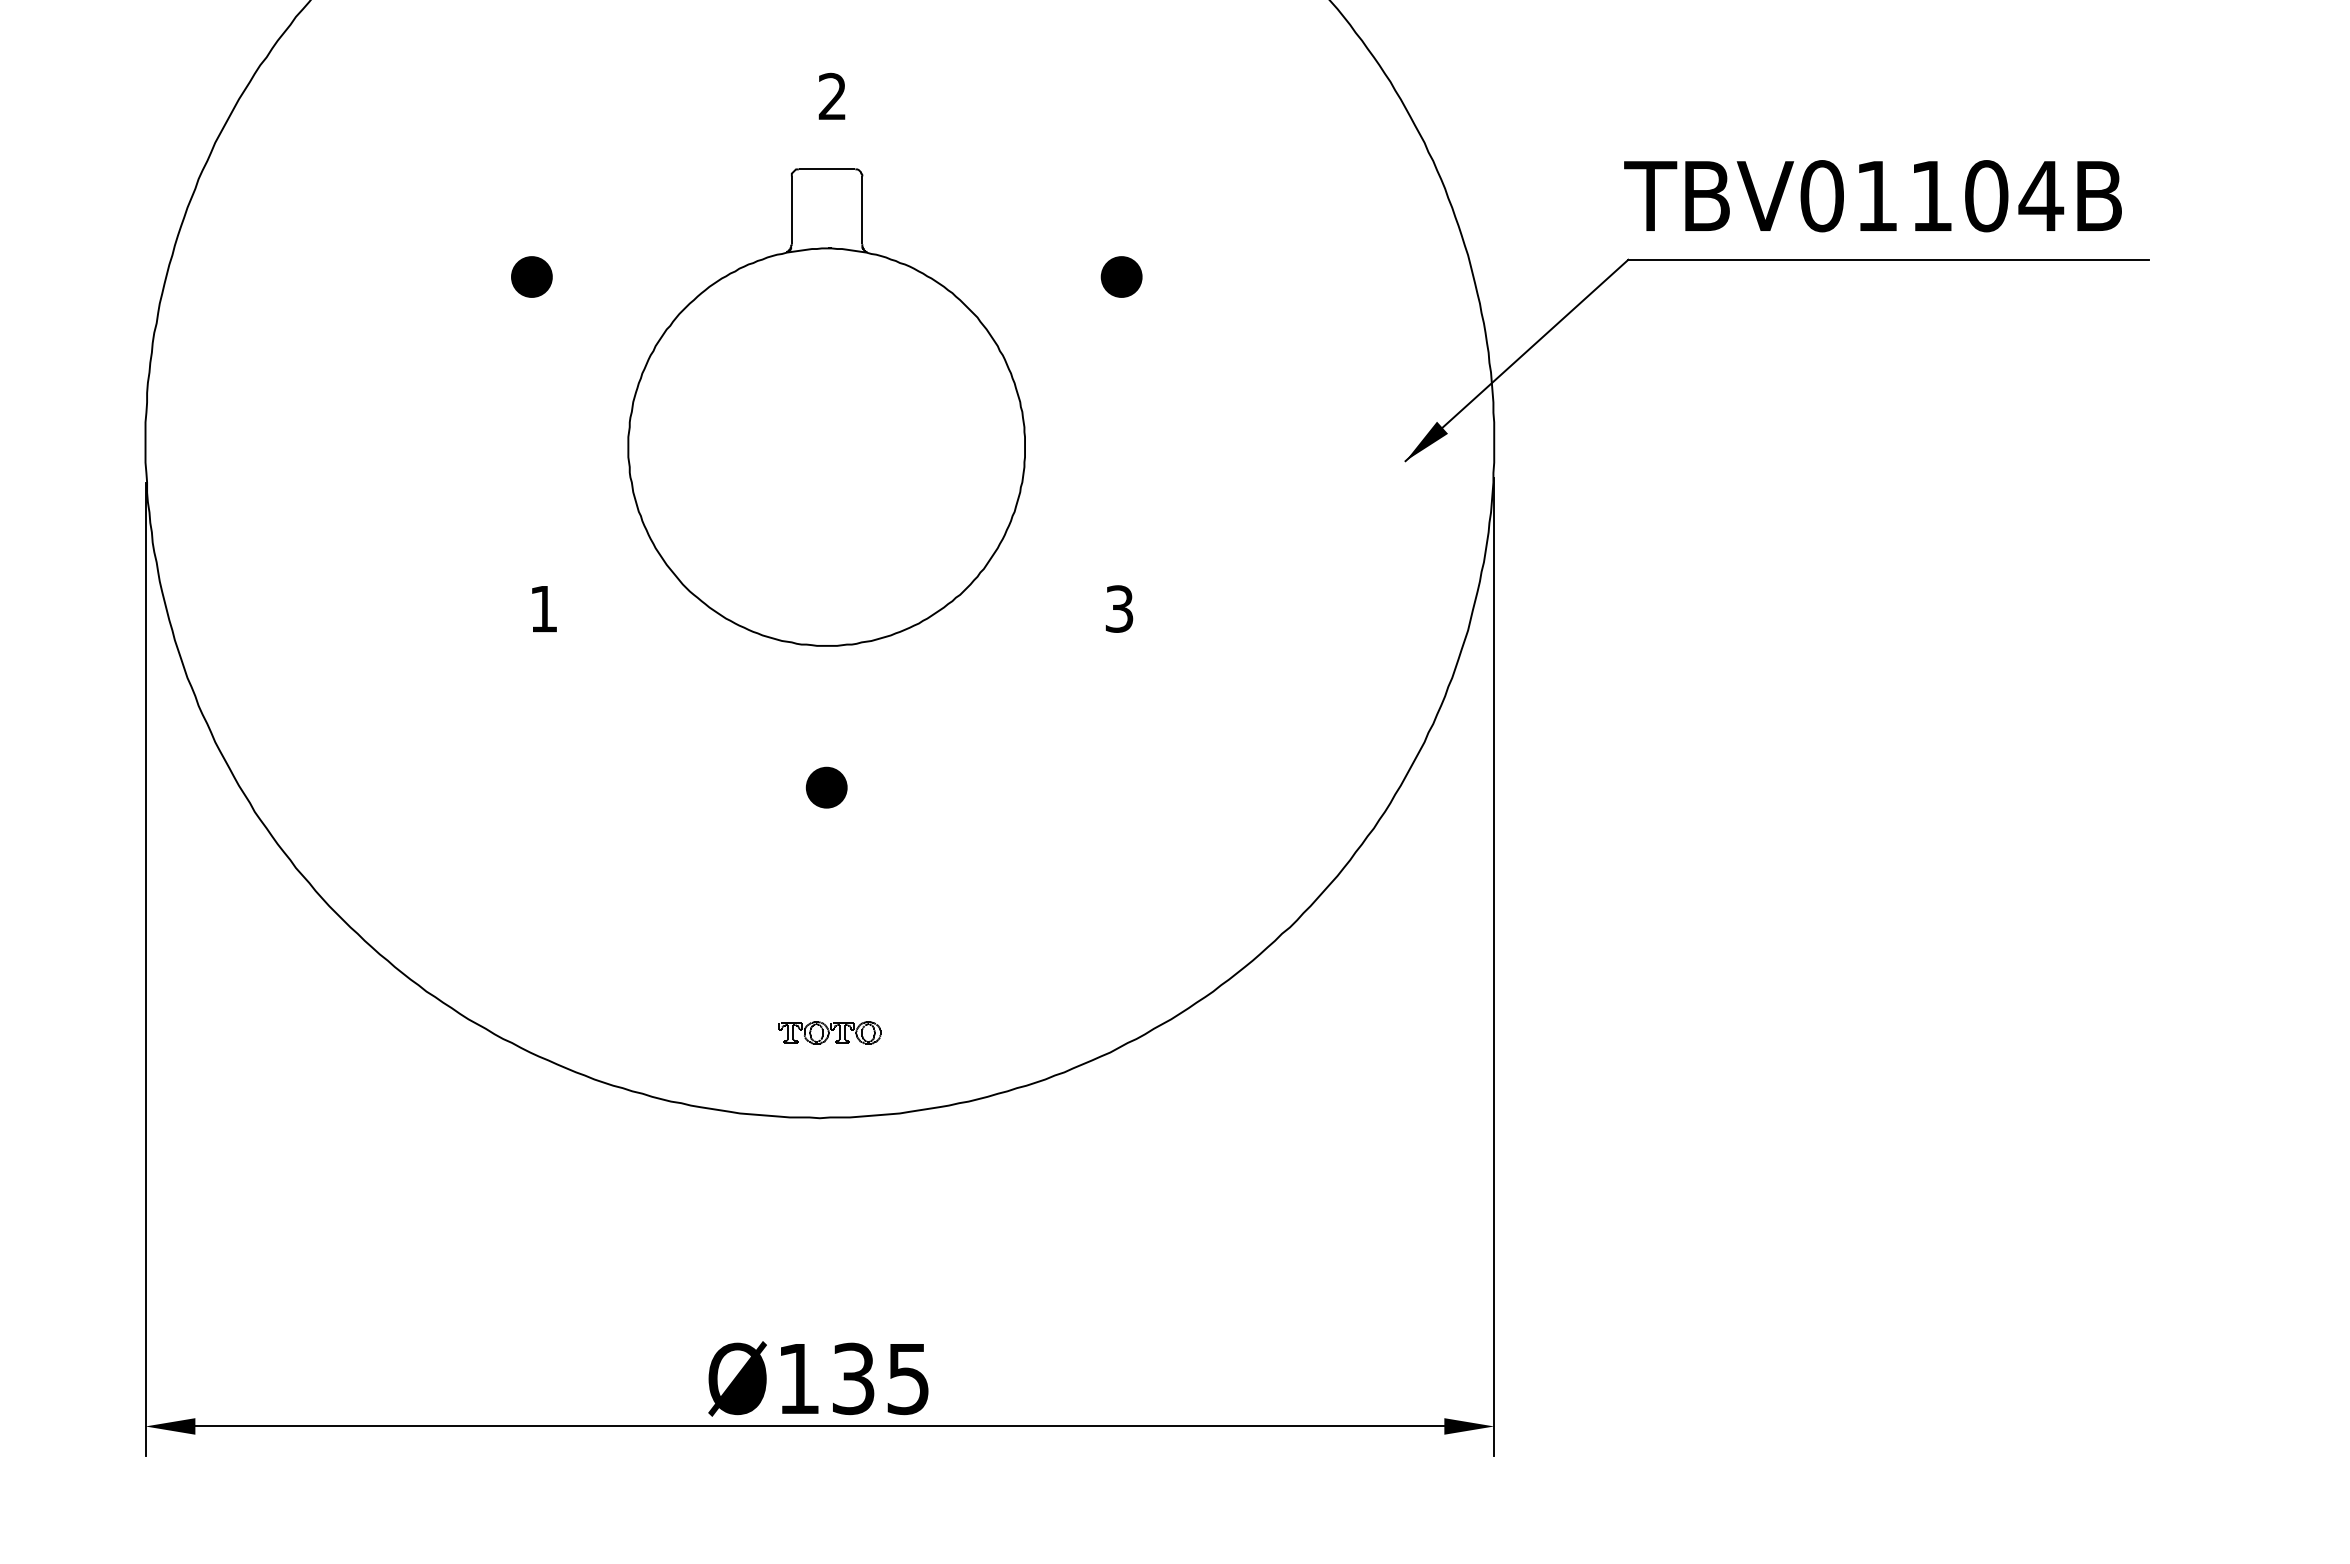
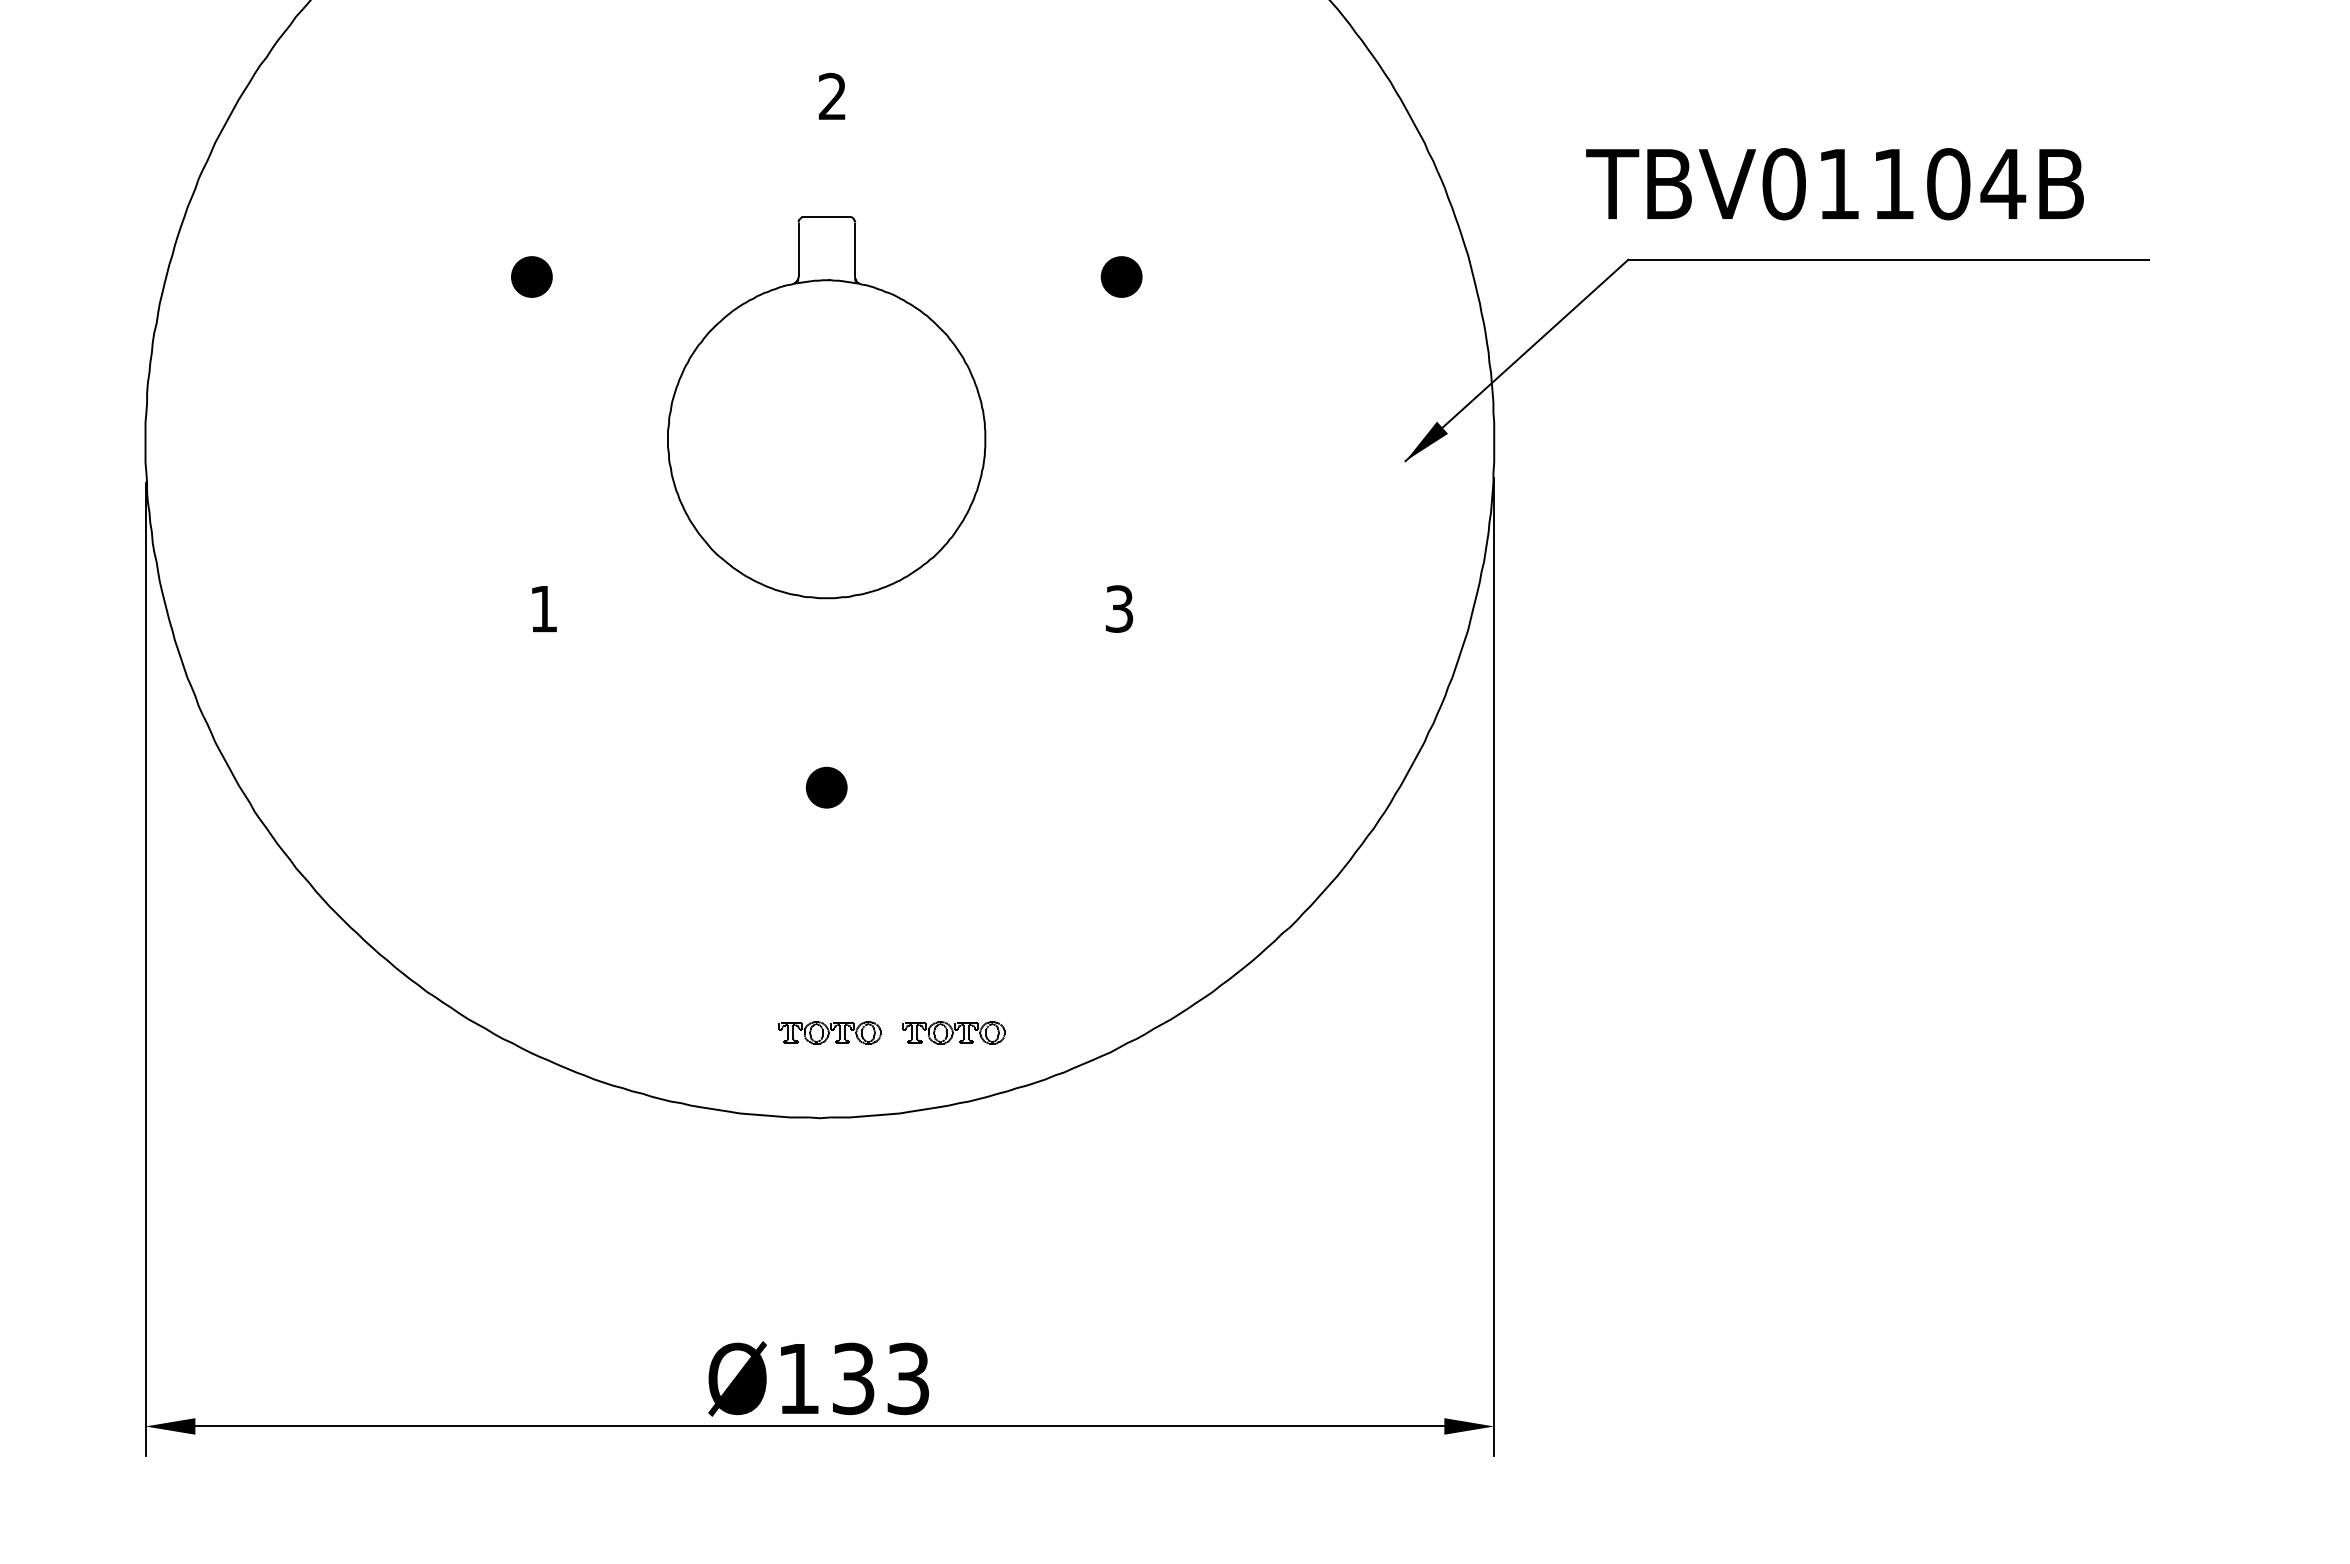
text at (1872, 196) position: (1872, 196) -> (1834, 184)
part at (826, 407) size: 399x479 px -> 320x384 px
part at (953, 1032): none -> present
text at (908, 1378): Ø135 -> Ø133
